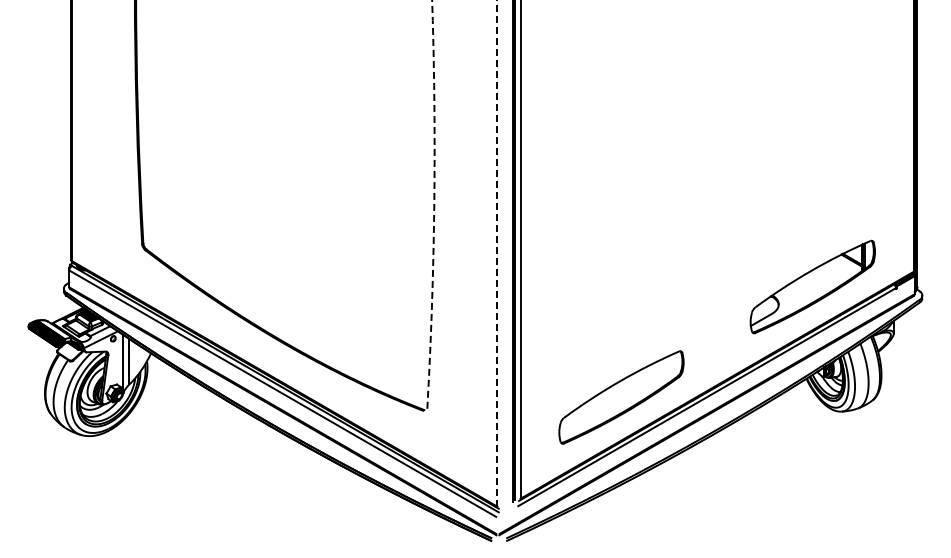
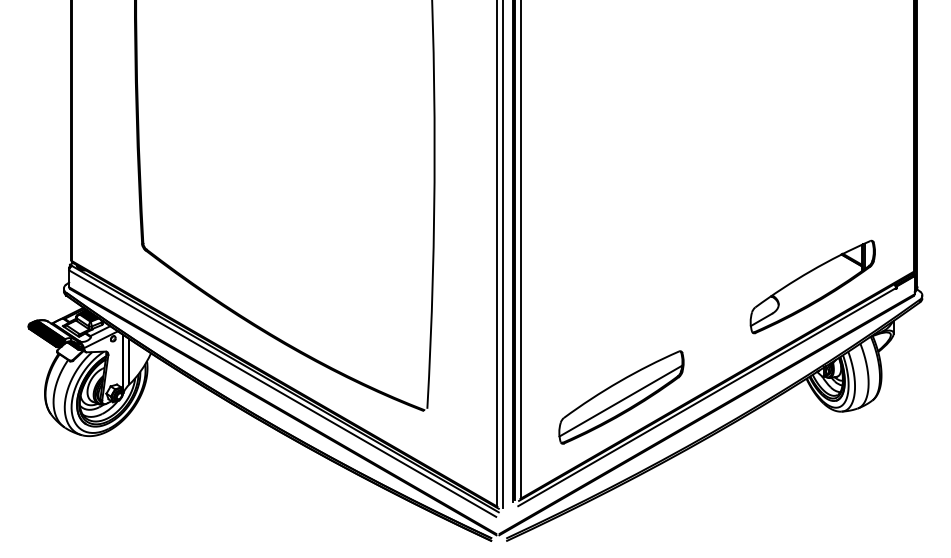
arc at (434, 204): dashed -> solid
line at (497, 252): dashed -> solid
line at (502, 255): none -> present
line at (620, 400): none -> present
